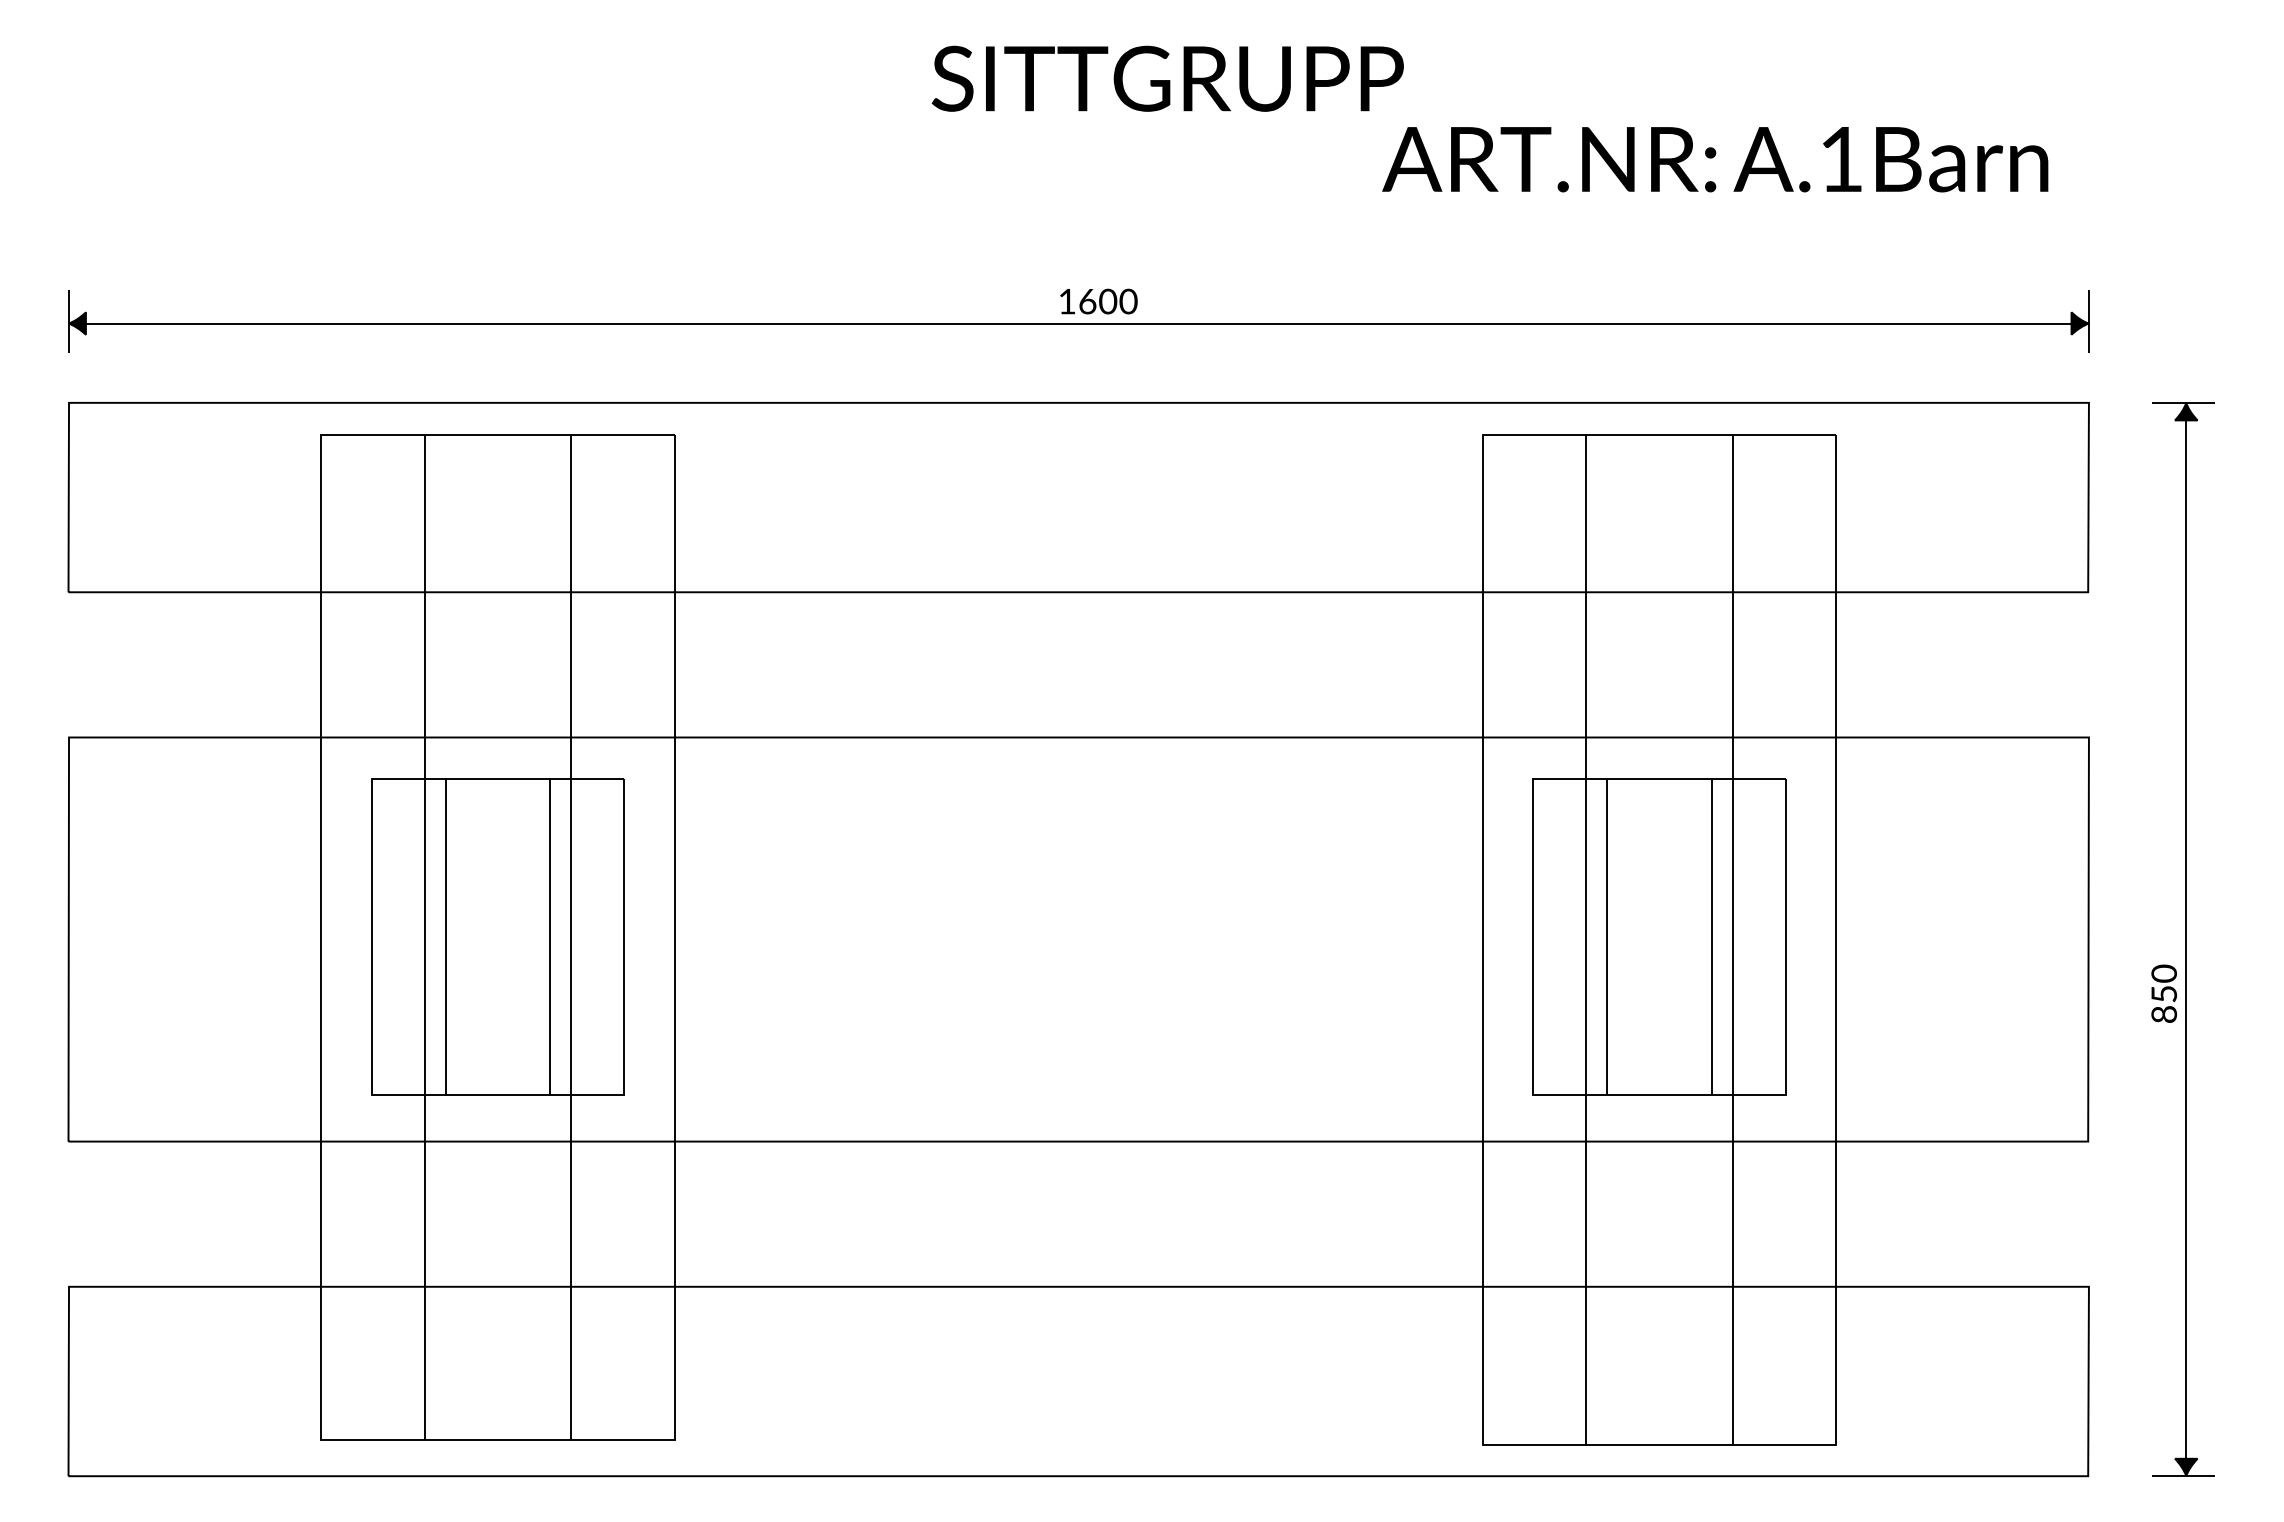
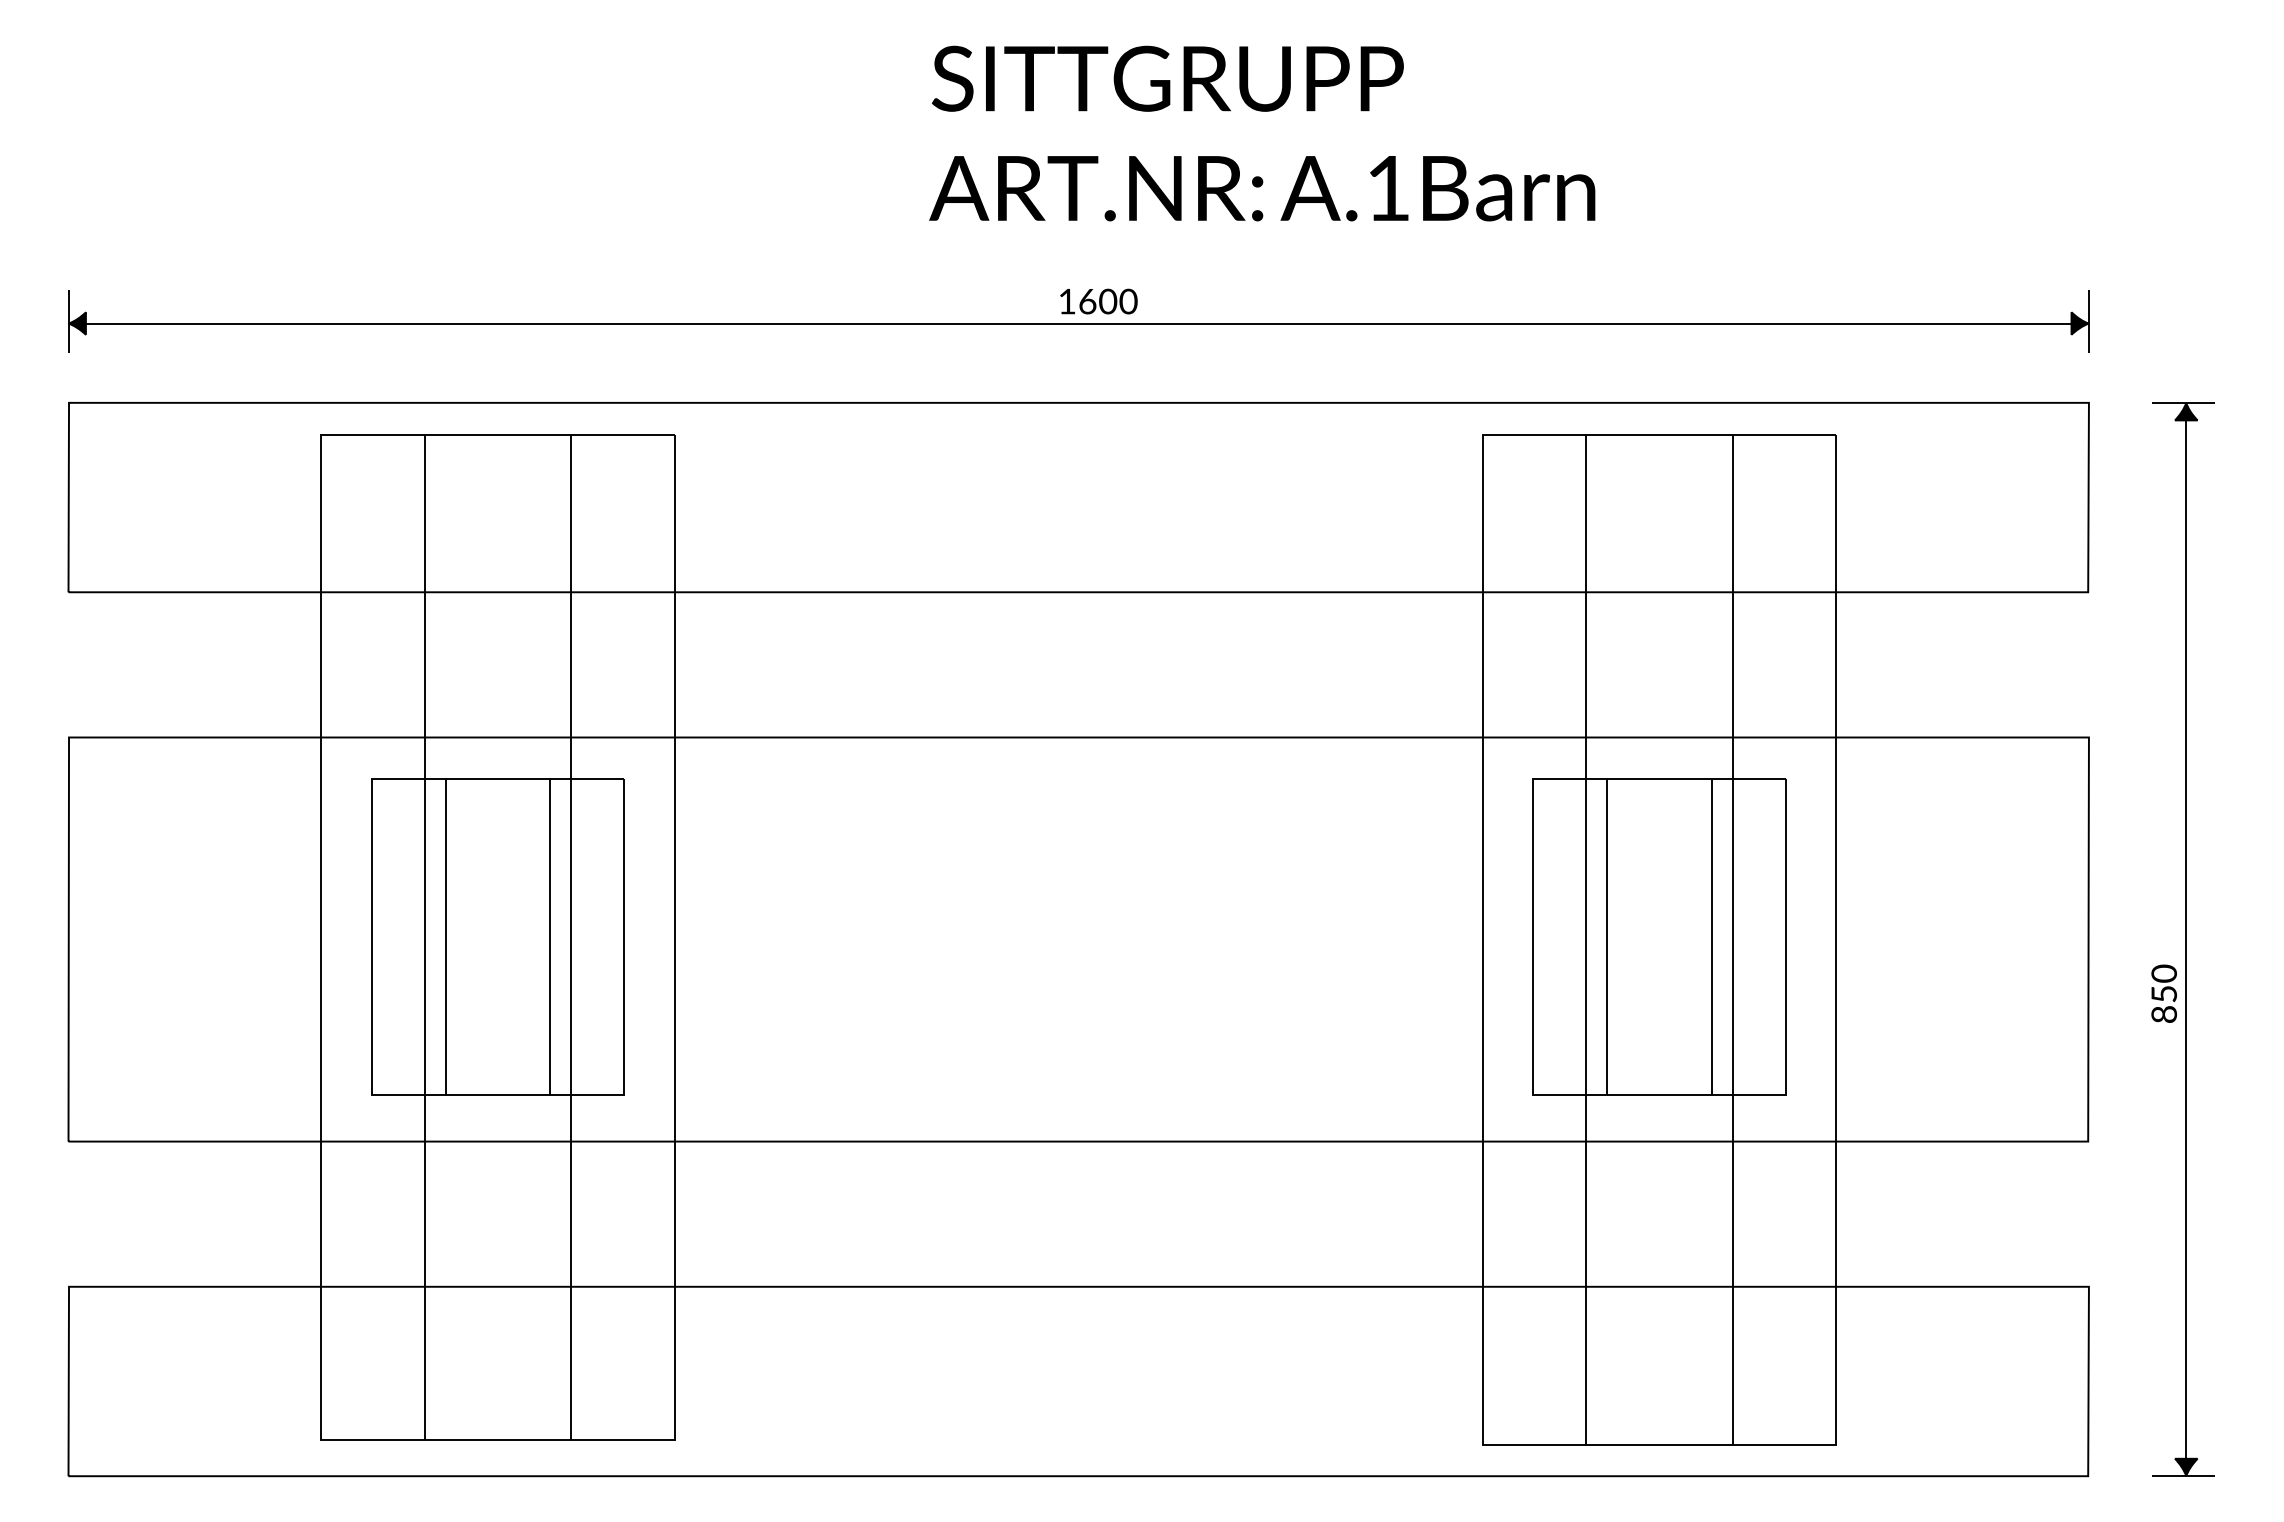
text at (1715, 159) position: (1715, 159) -> (1262, 188)
